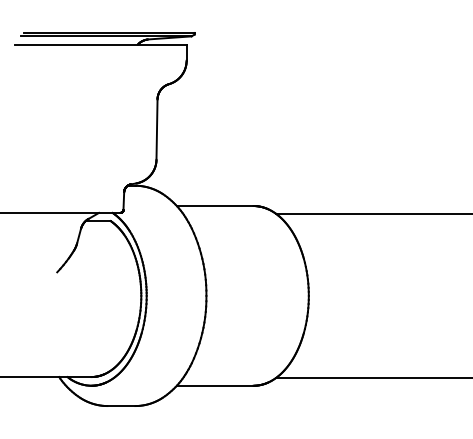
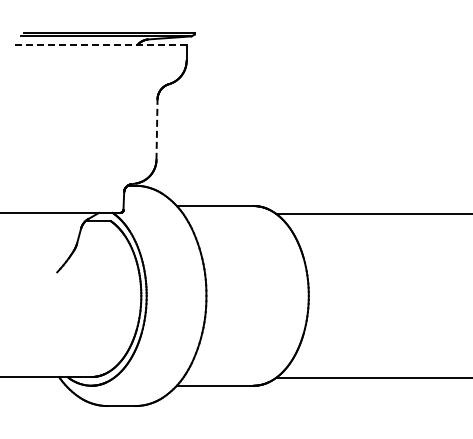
line at (100, 44): solid -> dashed
line at (157, 129): solid -> dashed
